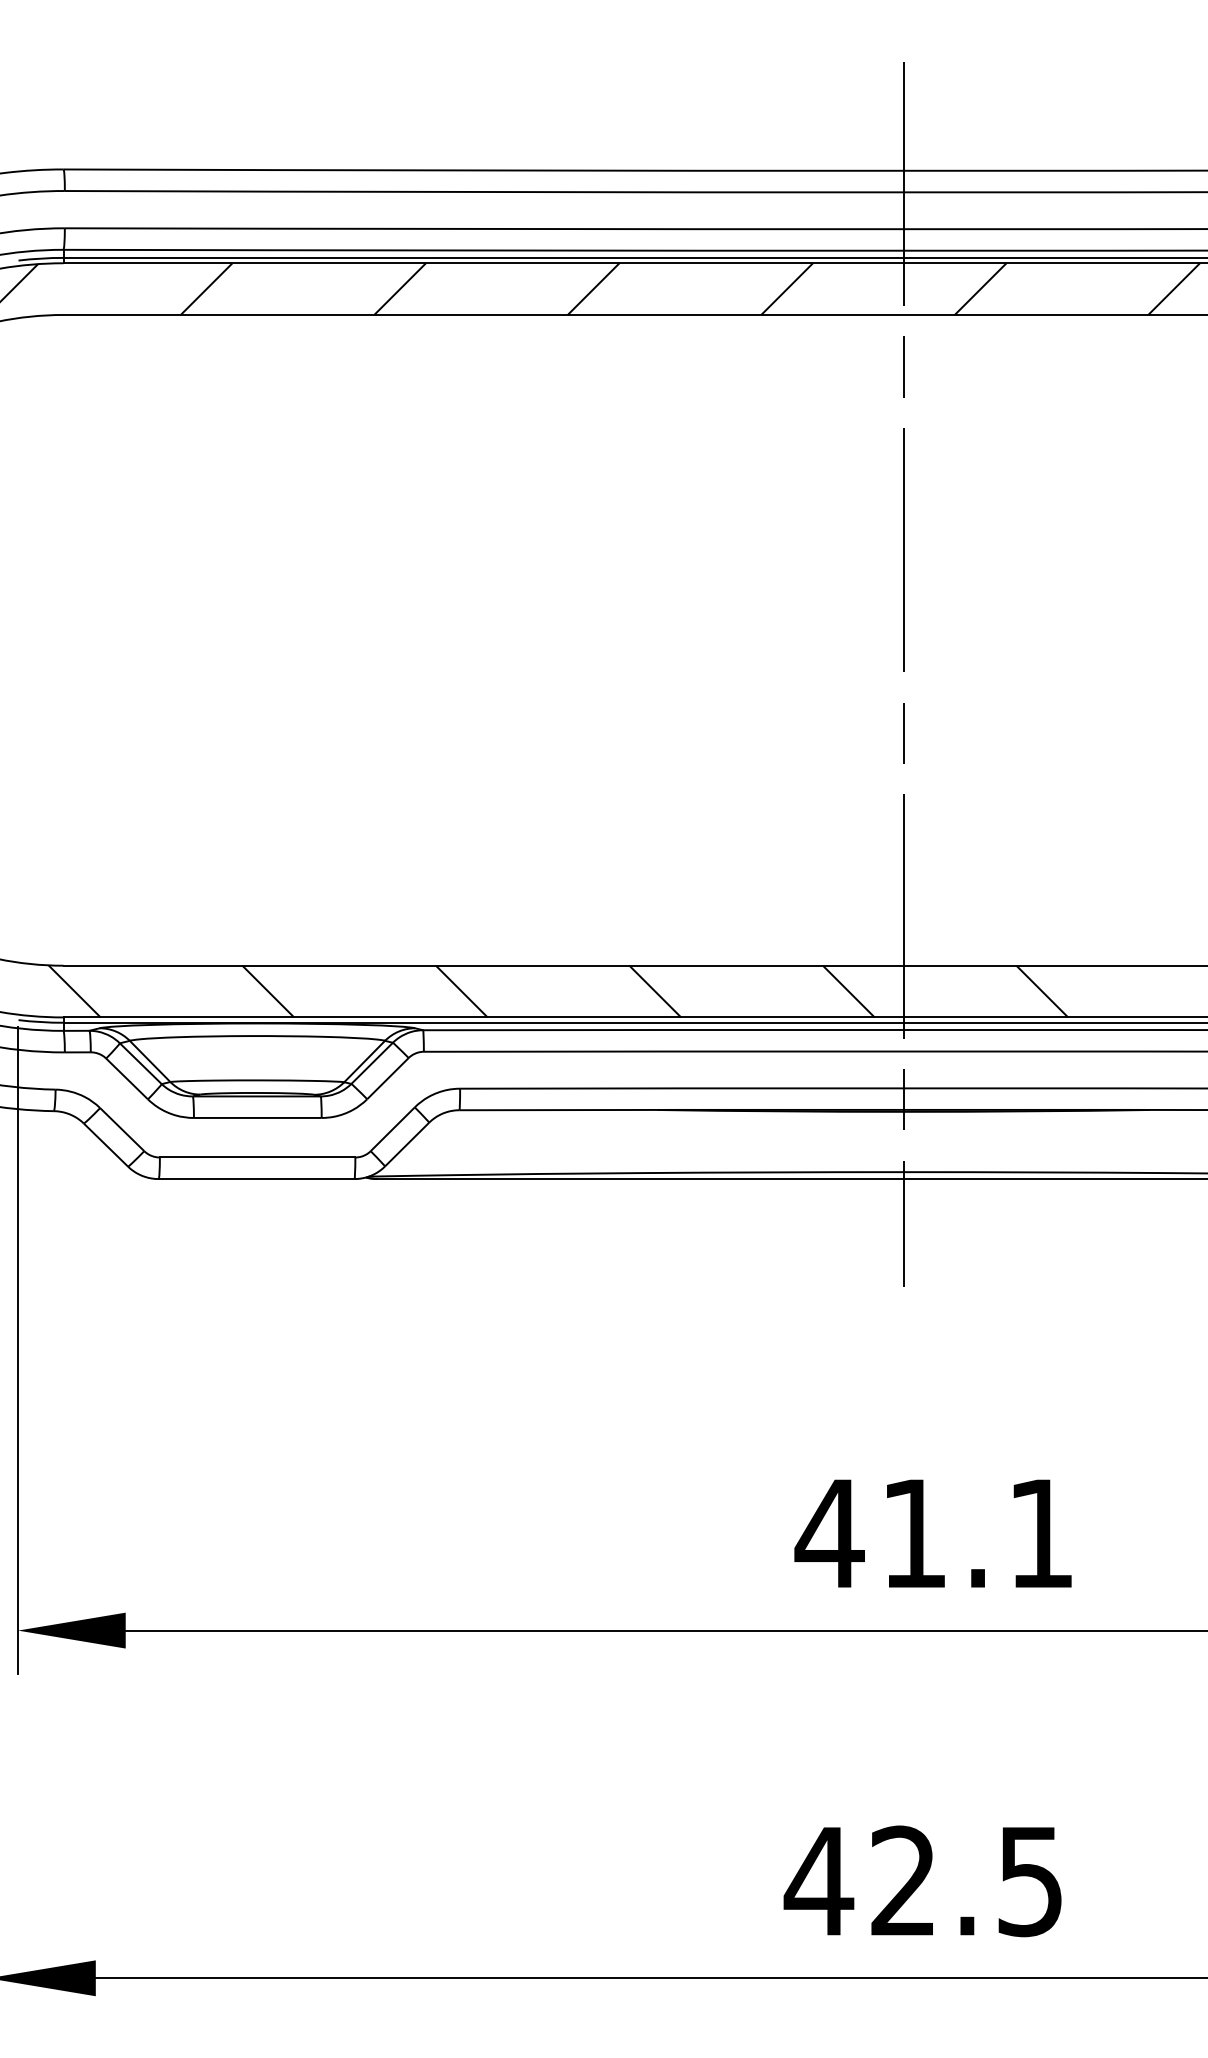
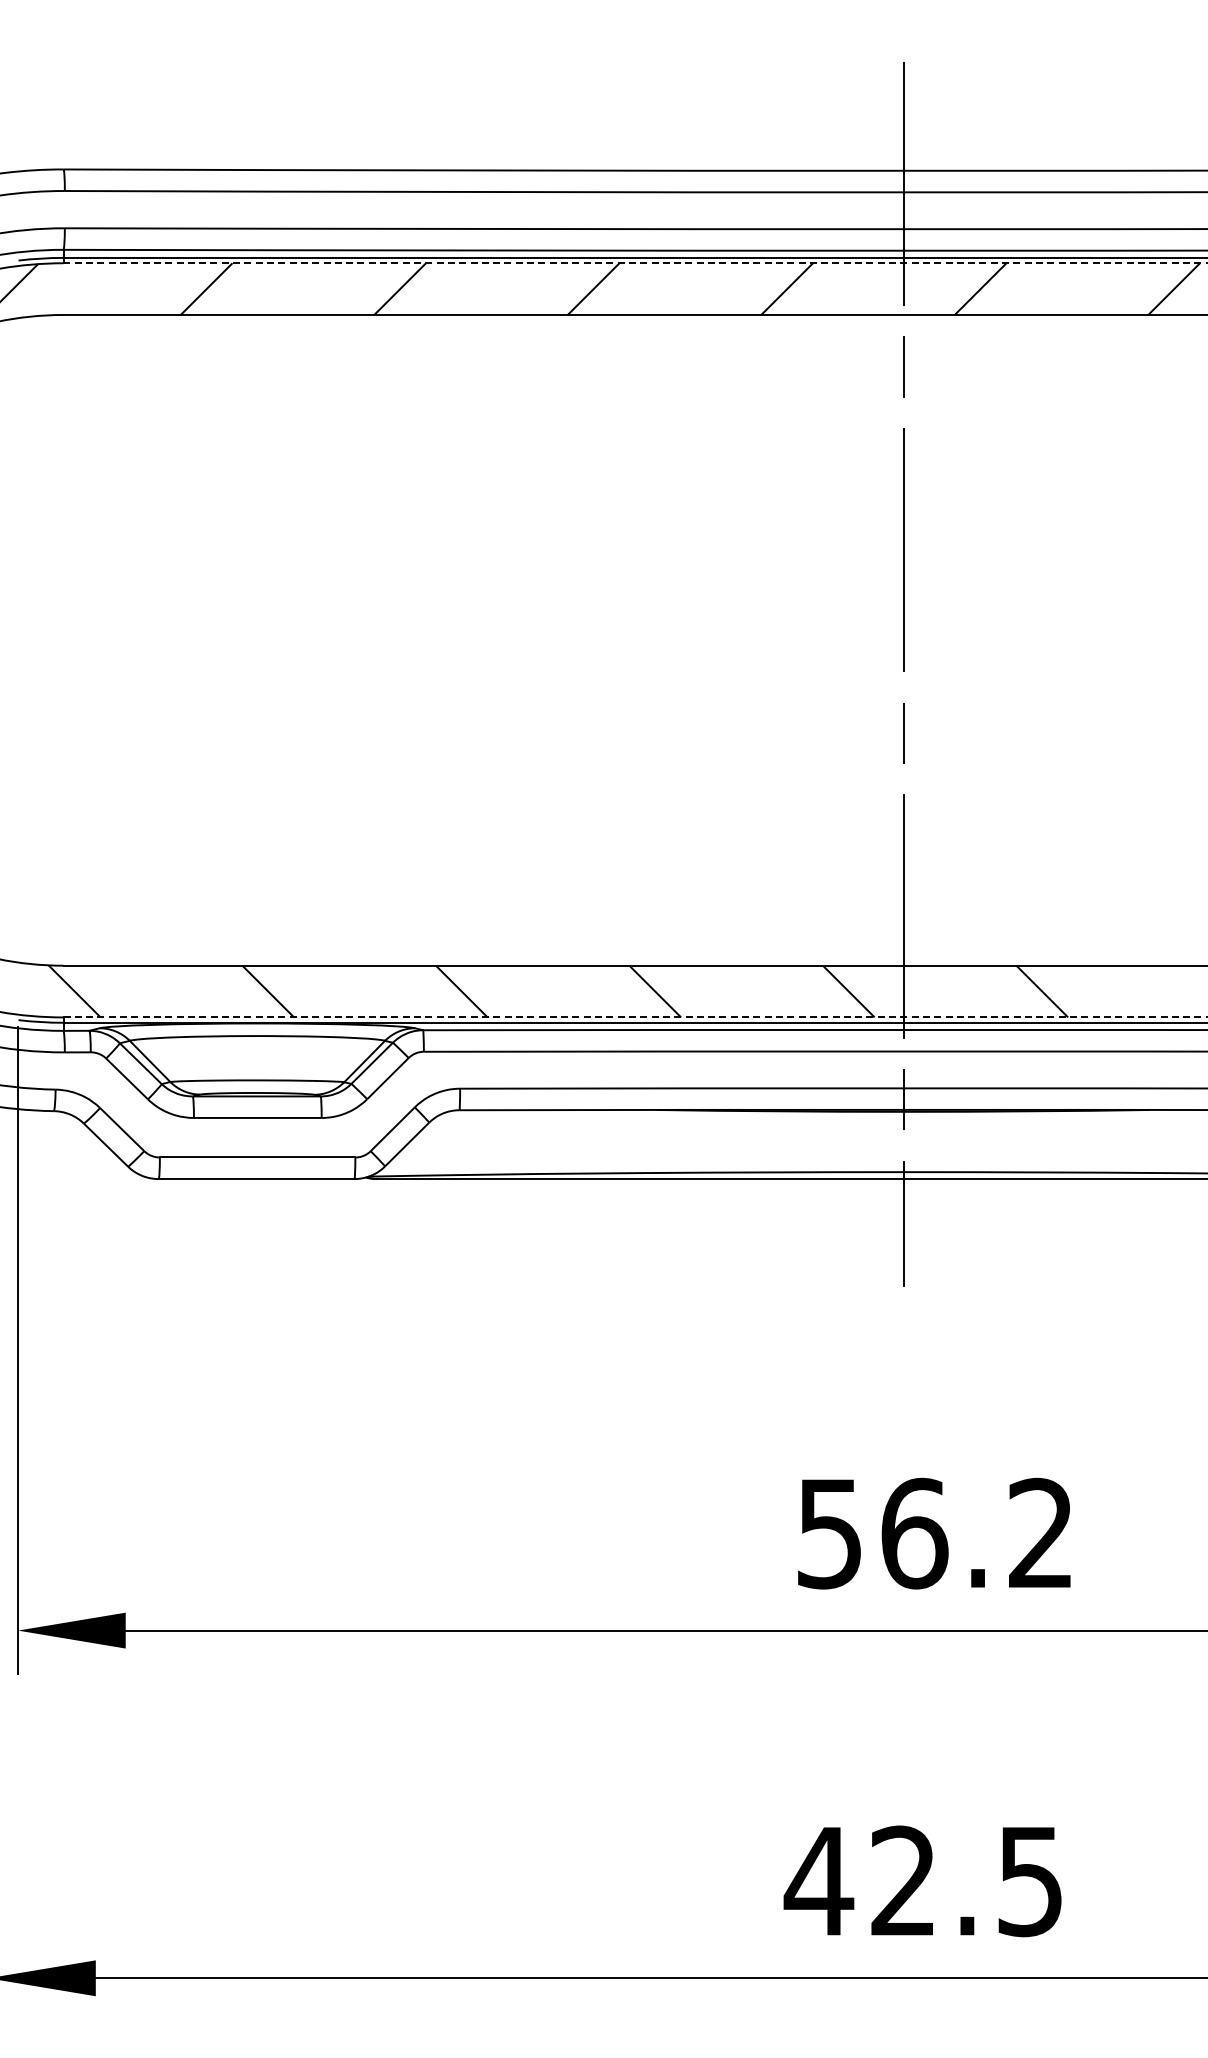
line at (635, 263): solid -> dashed
line at (635, 1017): solid -> dashed
text at (932, 1533): 41.1 -> 56.2
